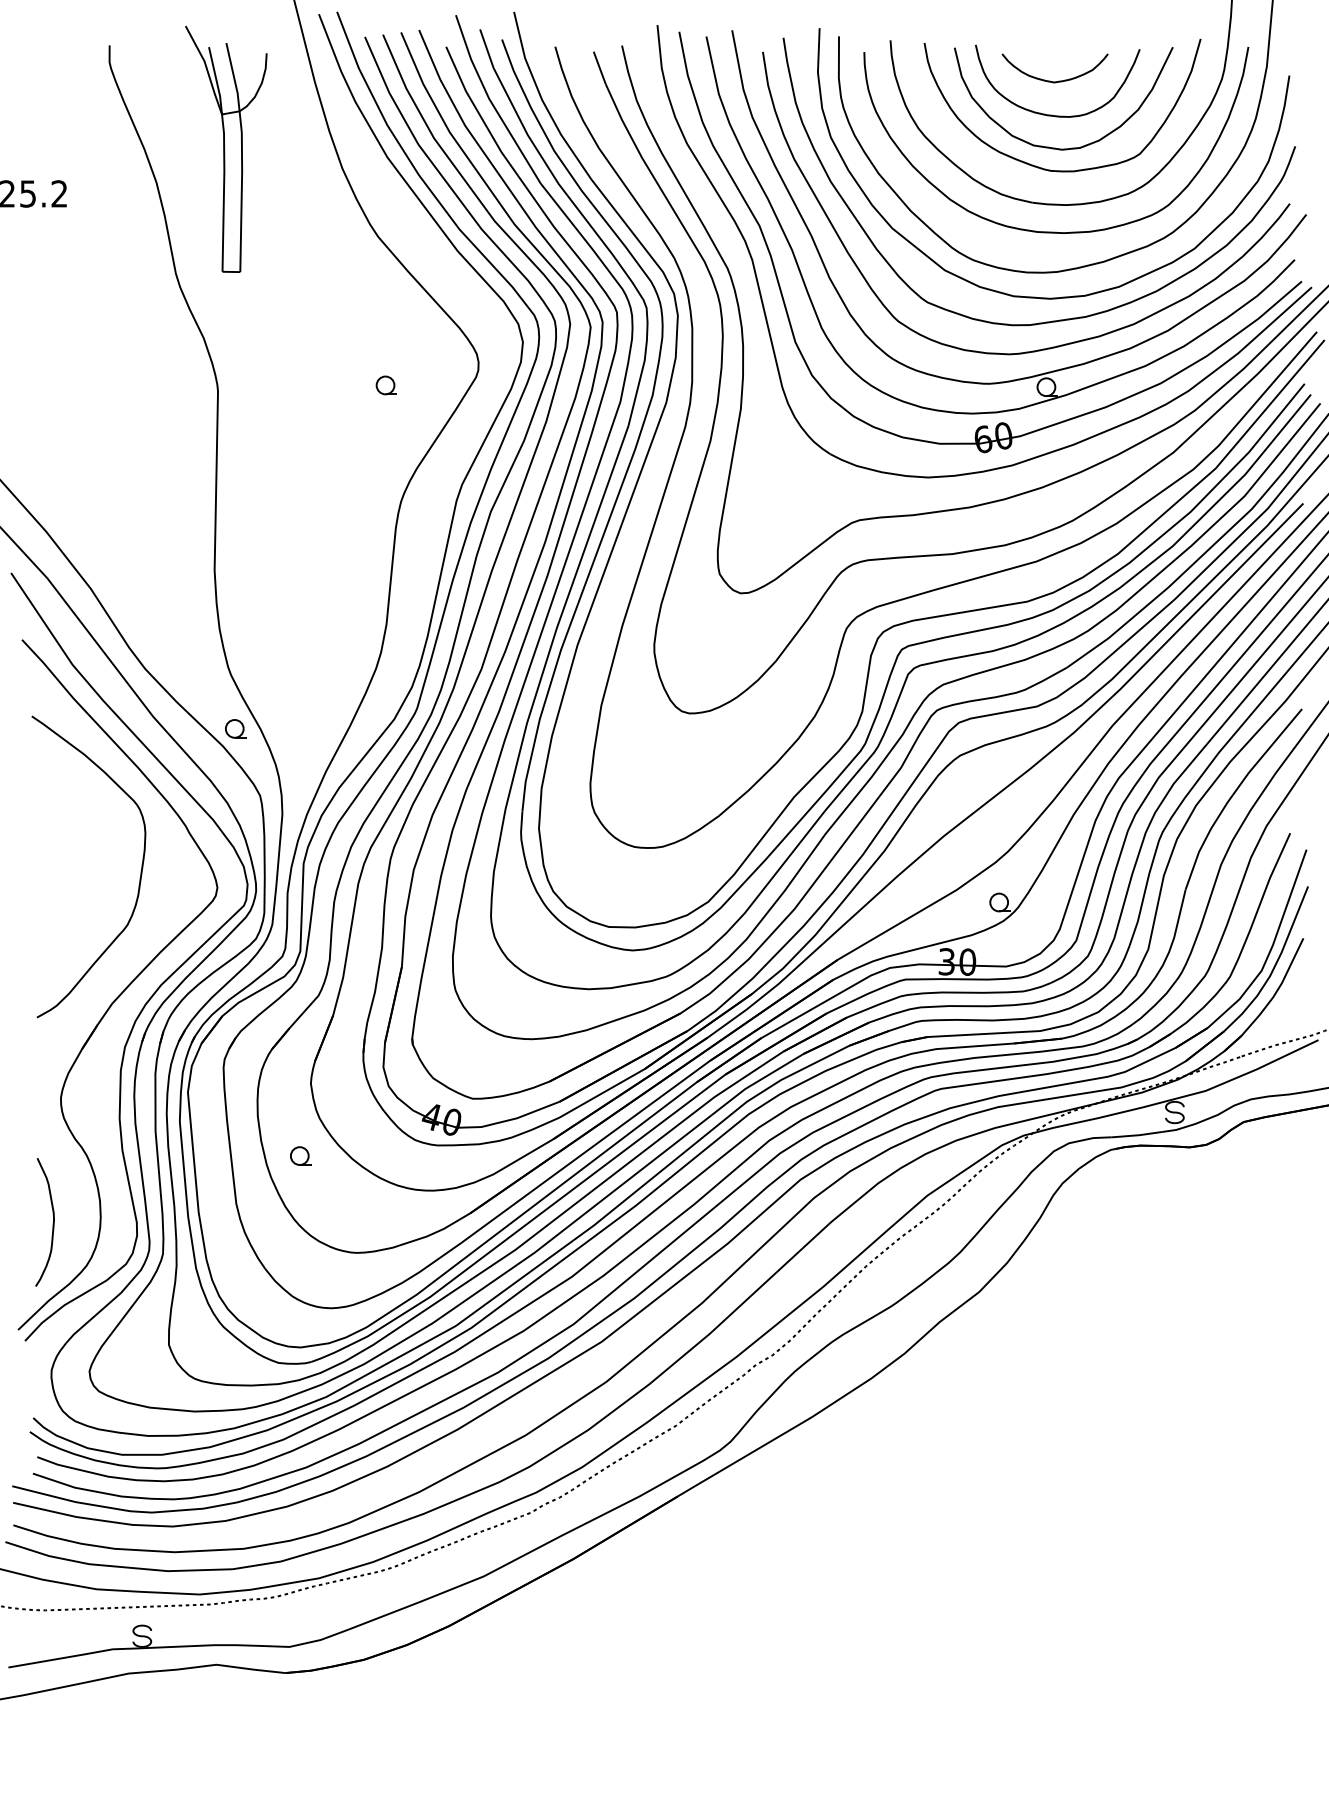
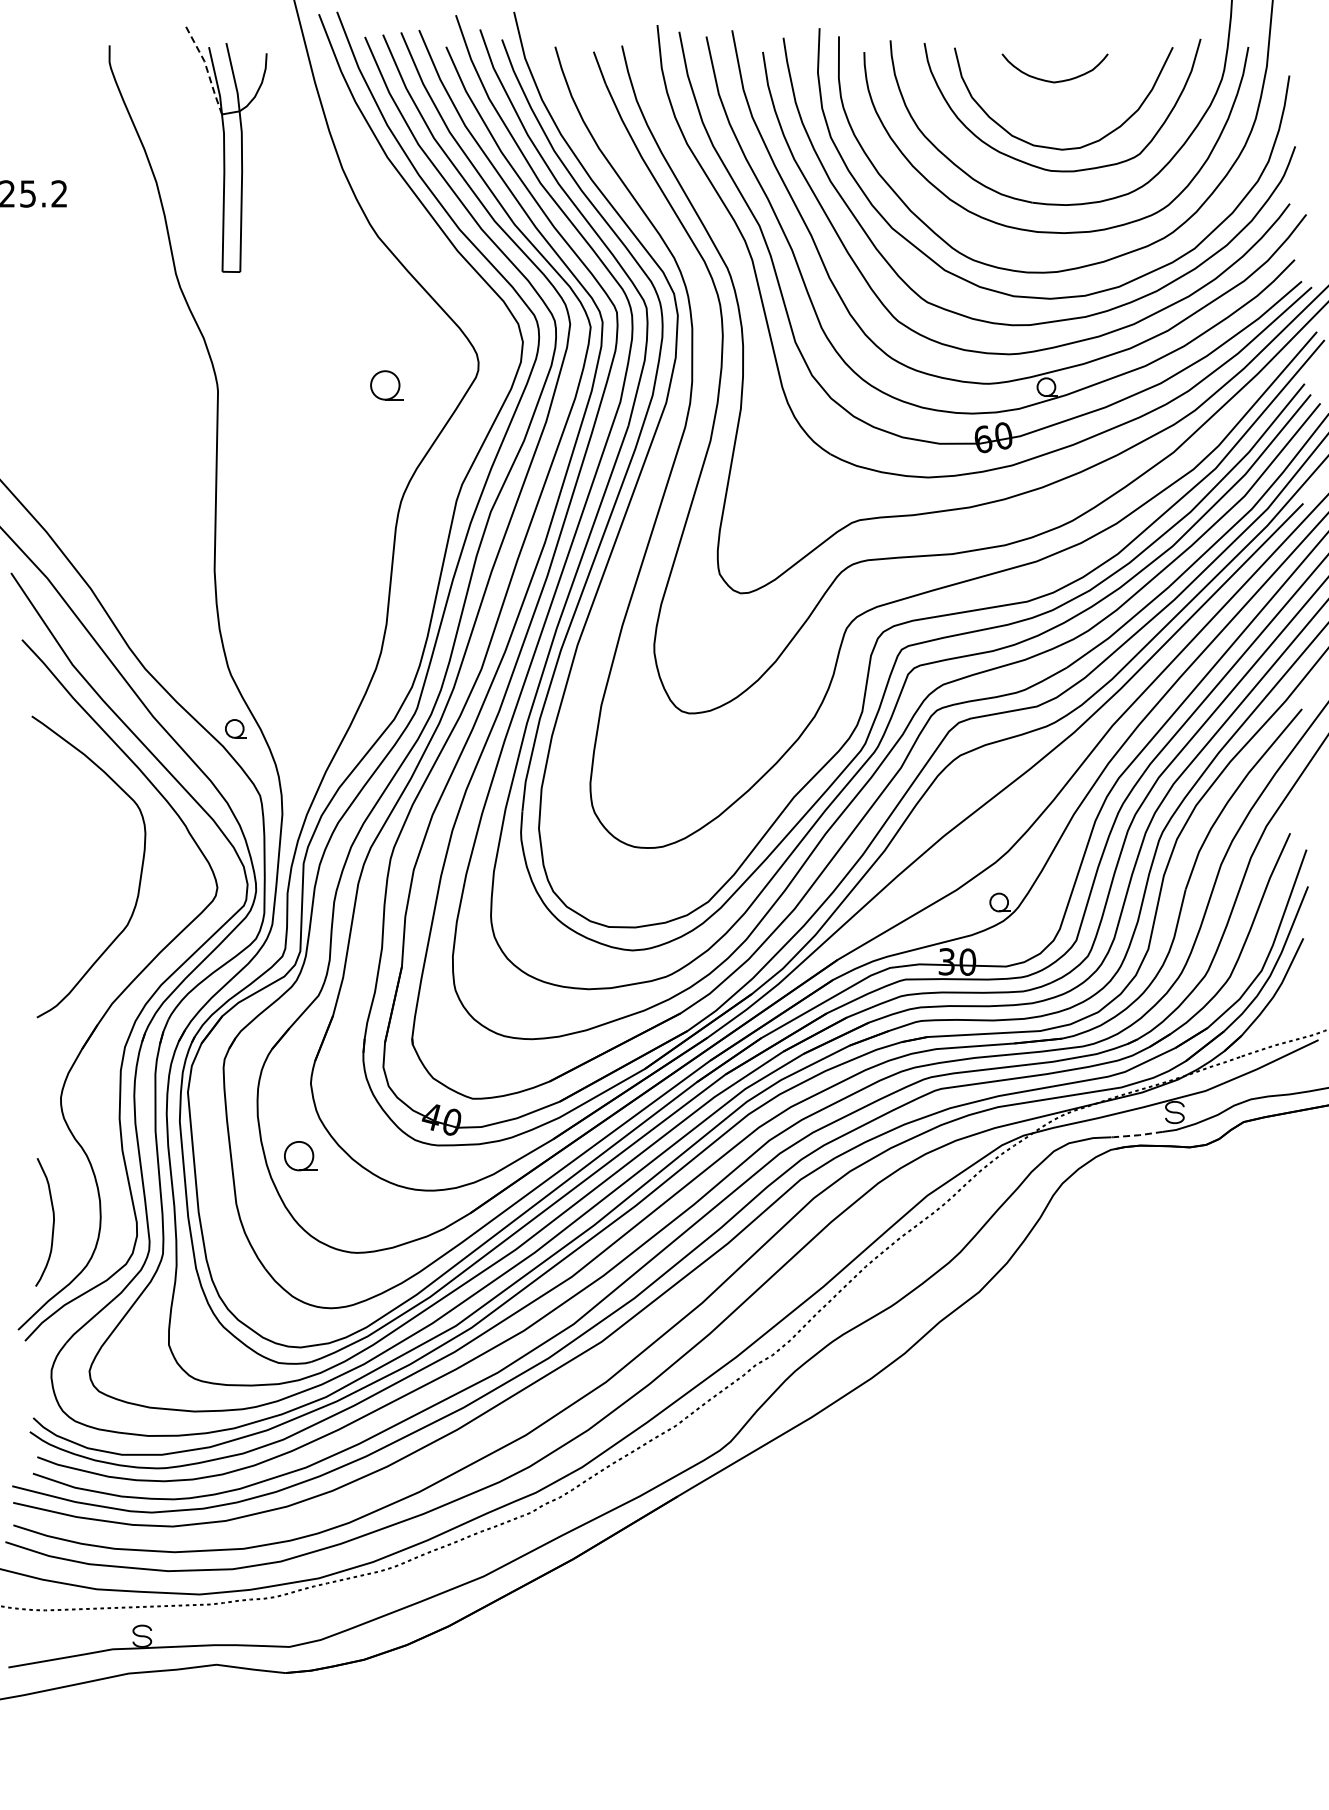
line at (206, 68): solid -> dashed
curve at (1051, 114): present -> none
part at (385, 385) size: 22x21 px -> 34x31 px
line at (1136, 1135): solid -> dashed
part at (300, 1155) size: 22x20 px -> 34x31 px
